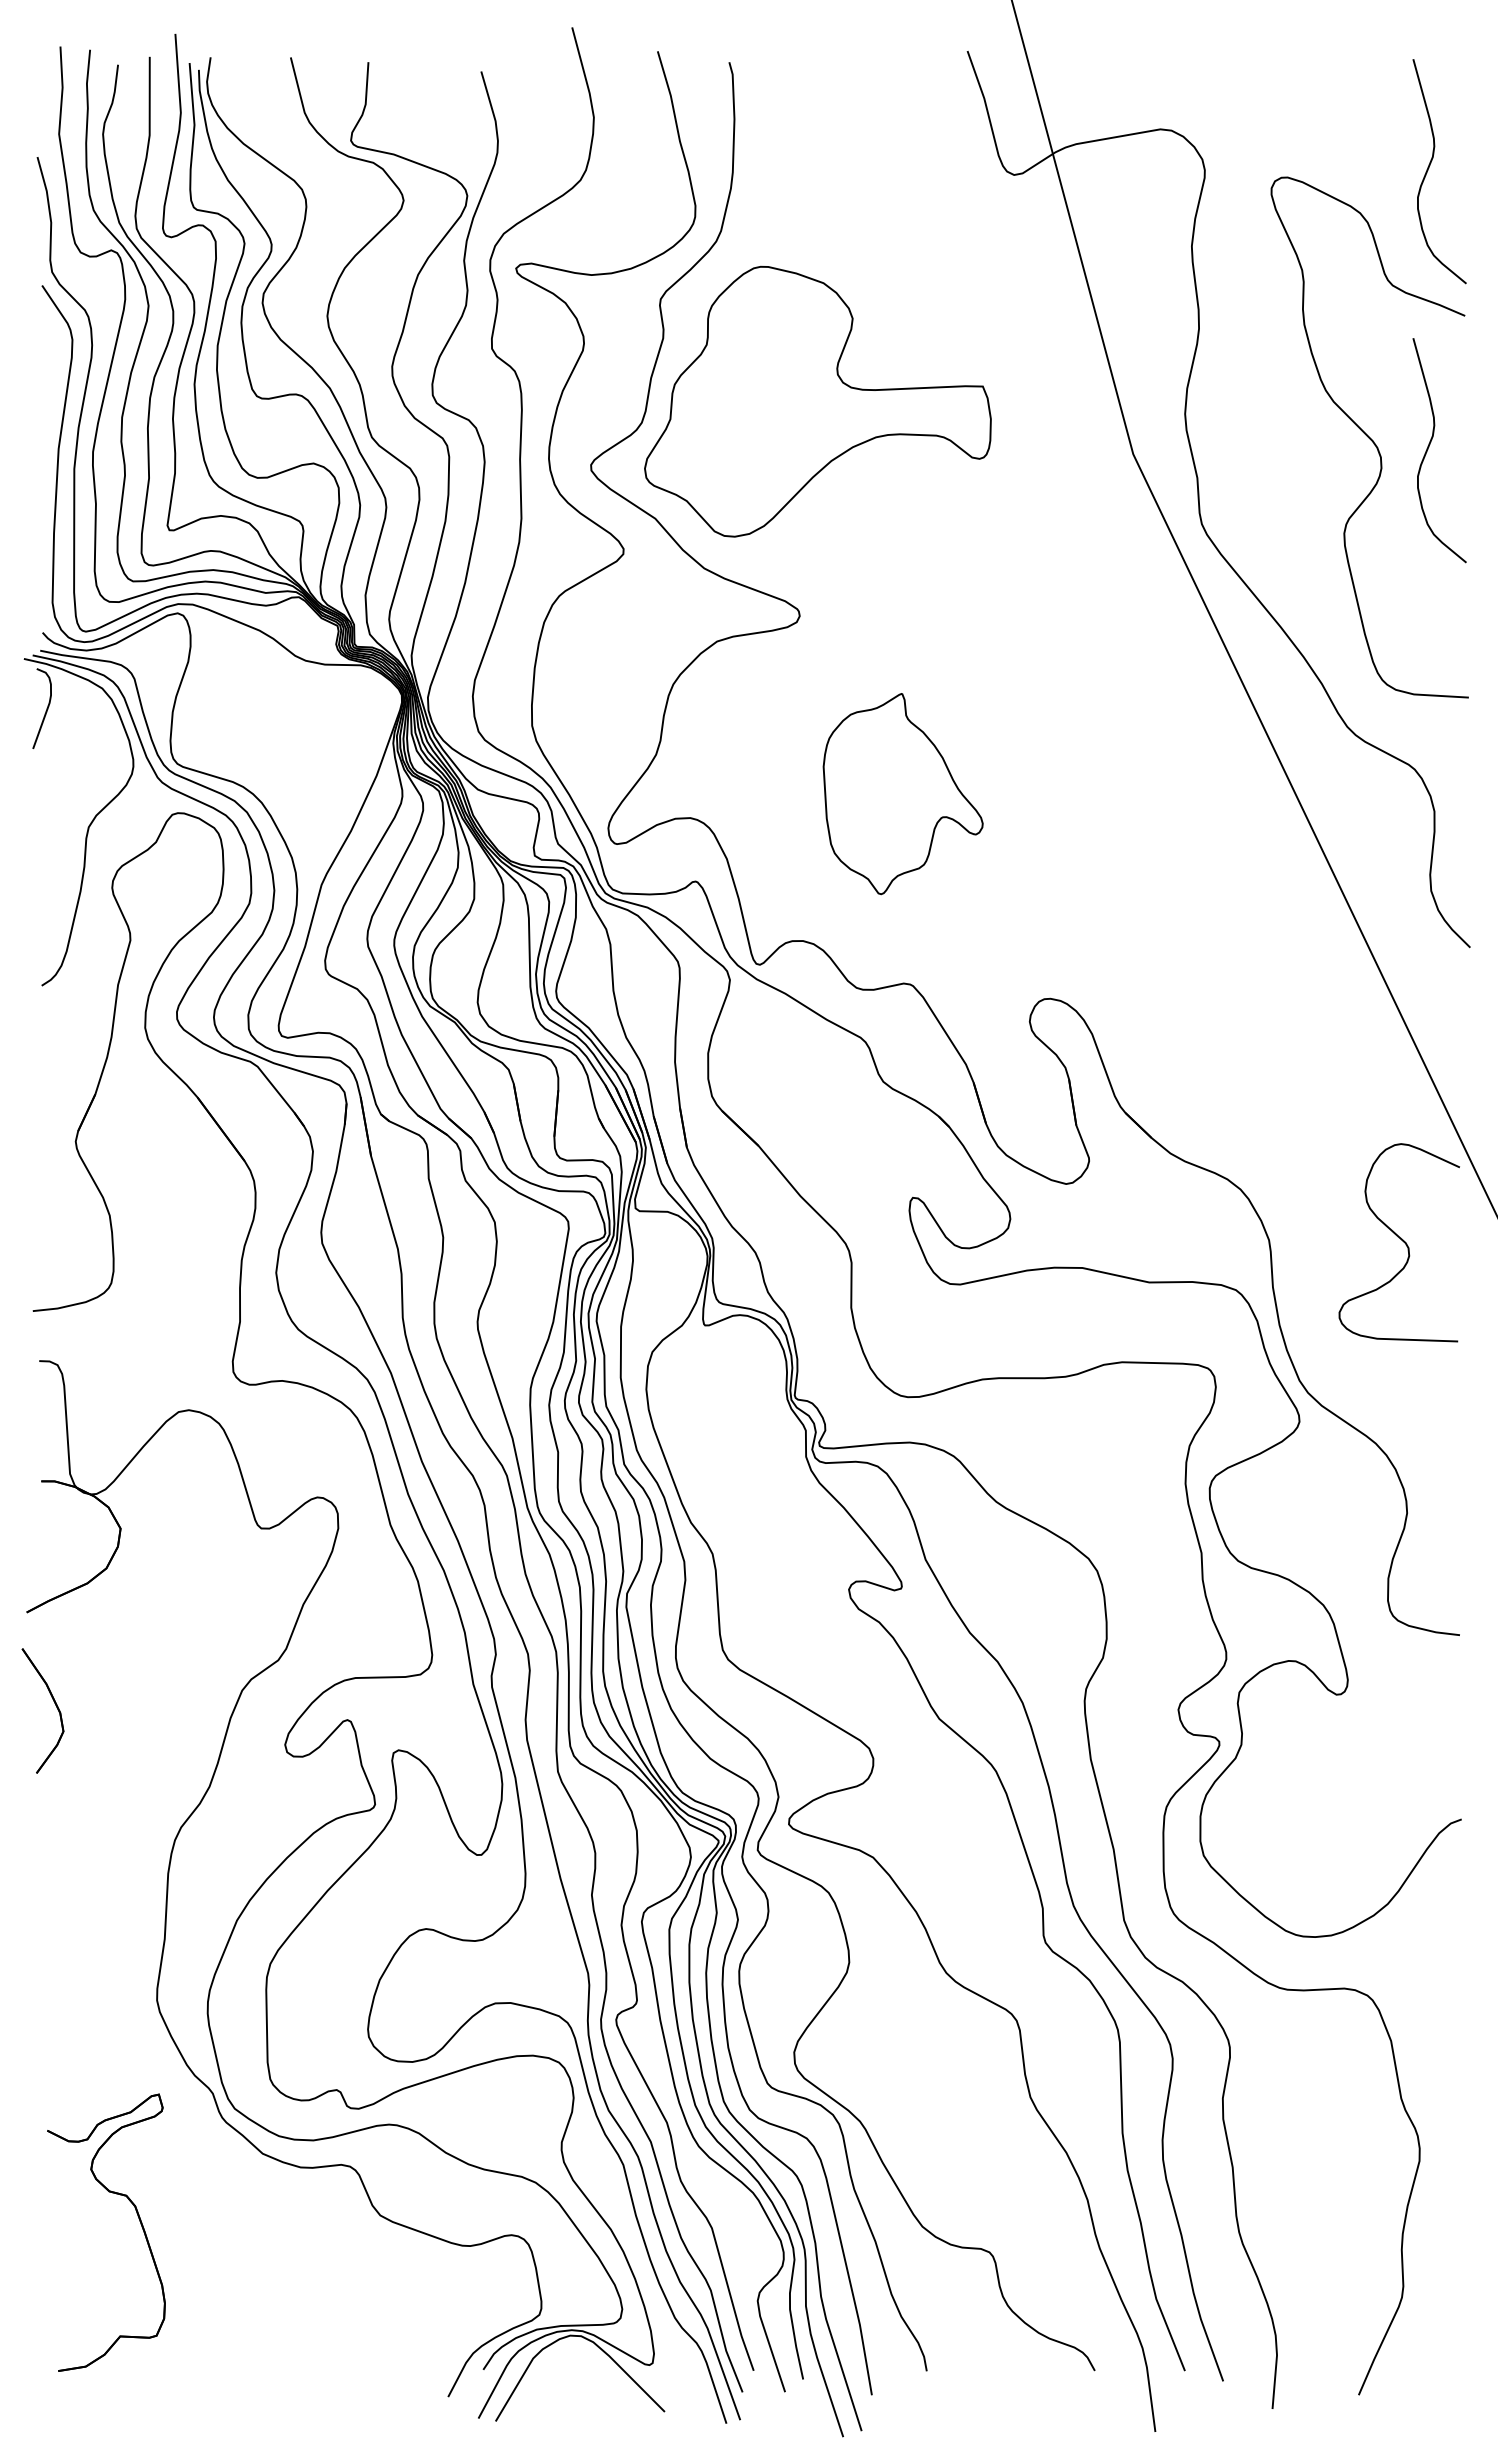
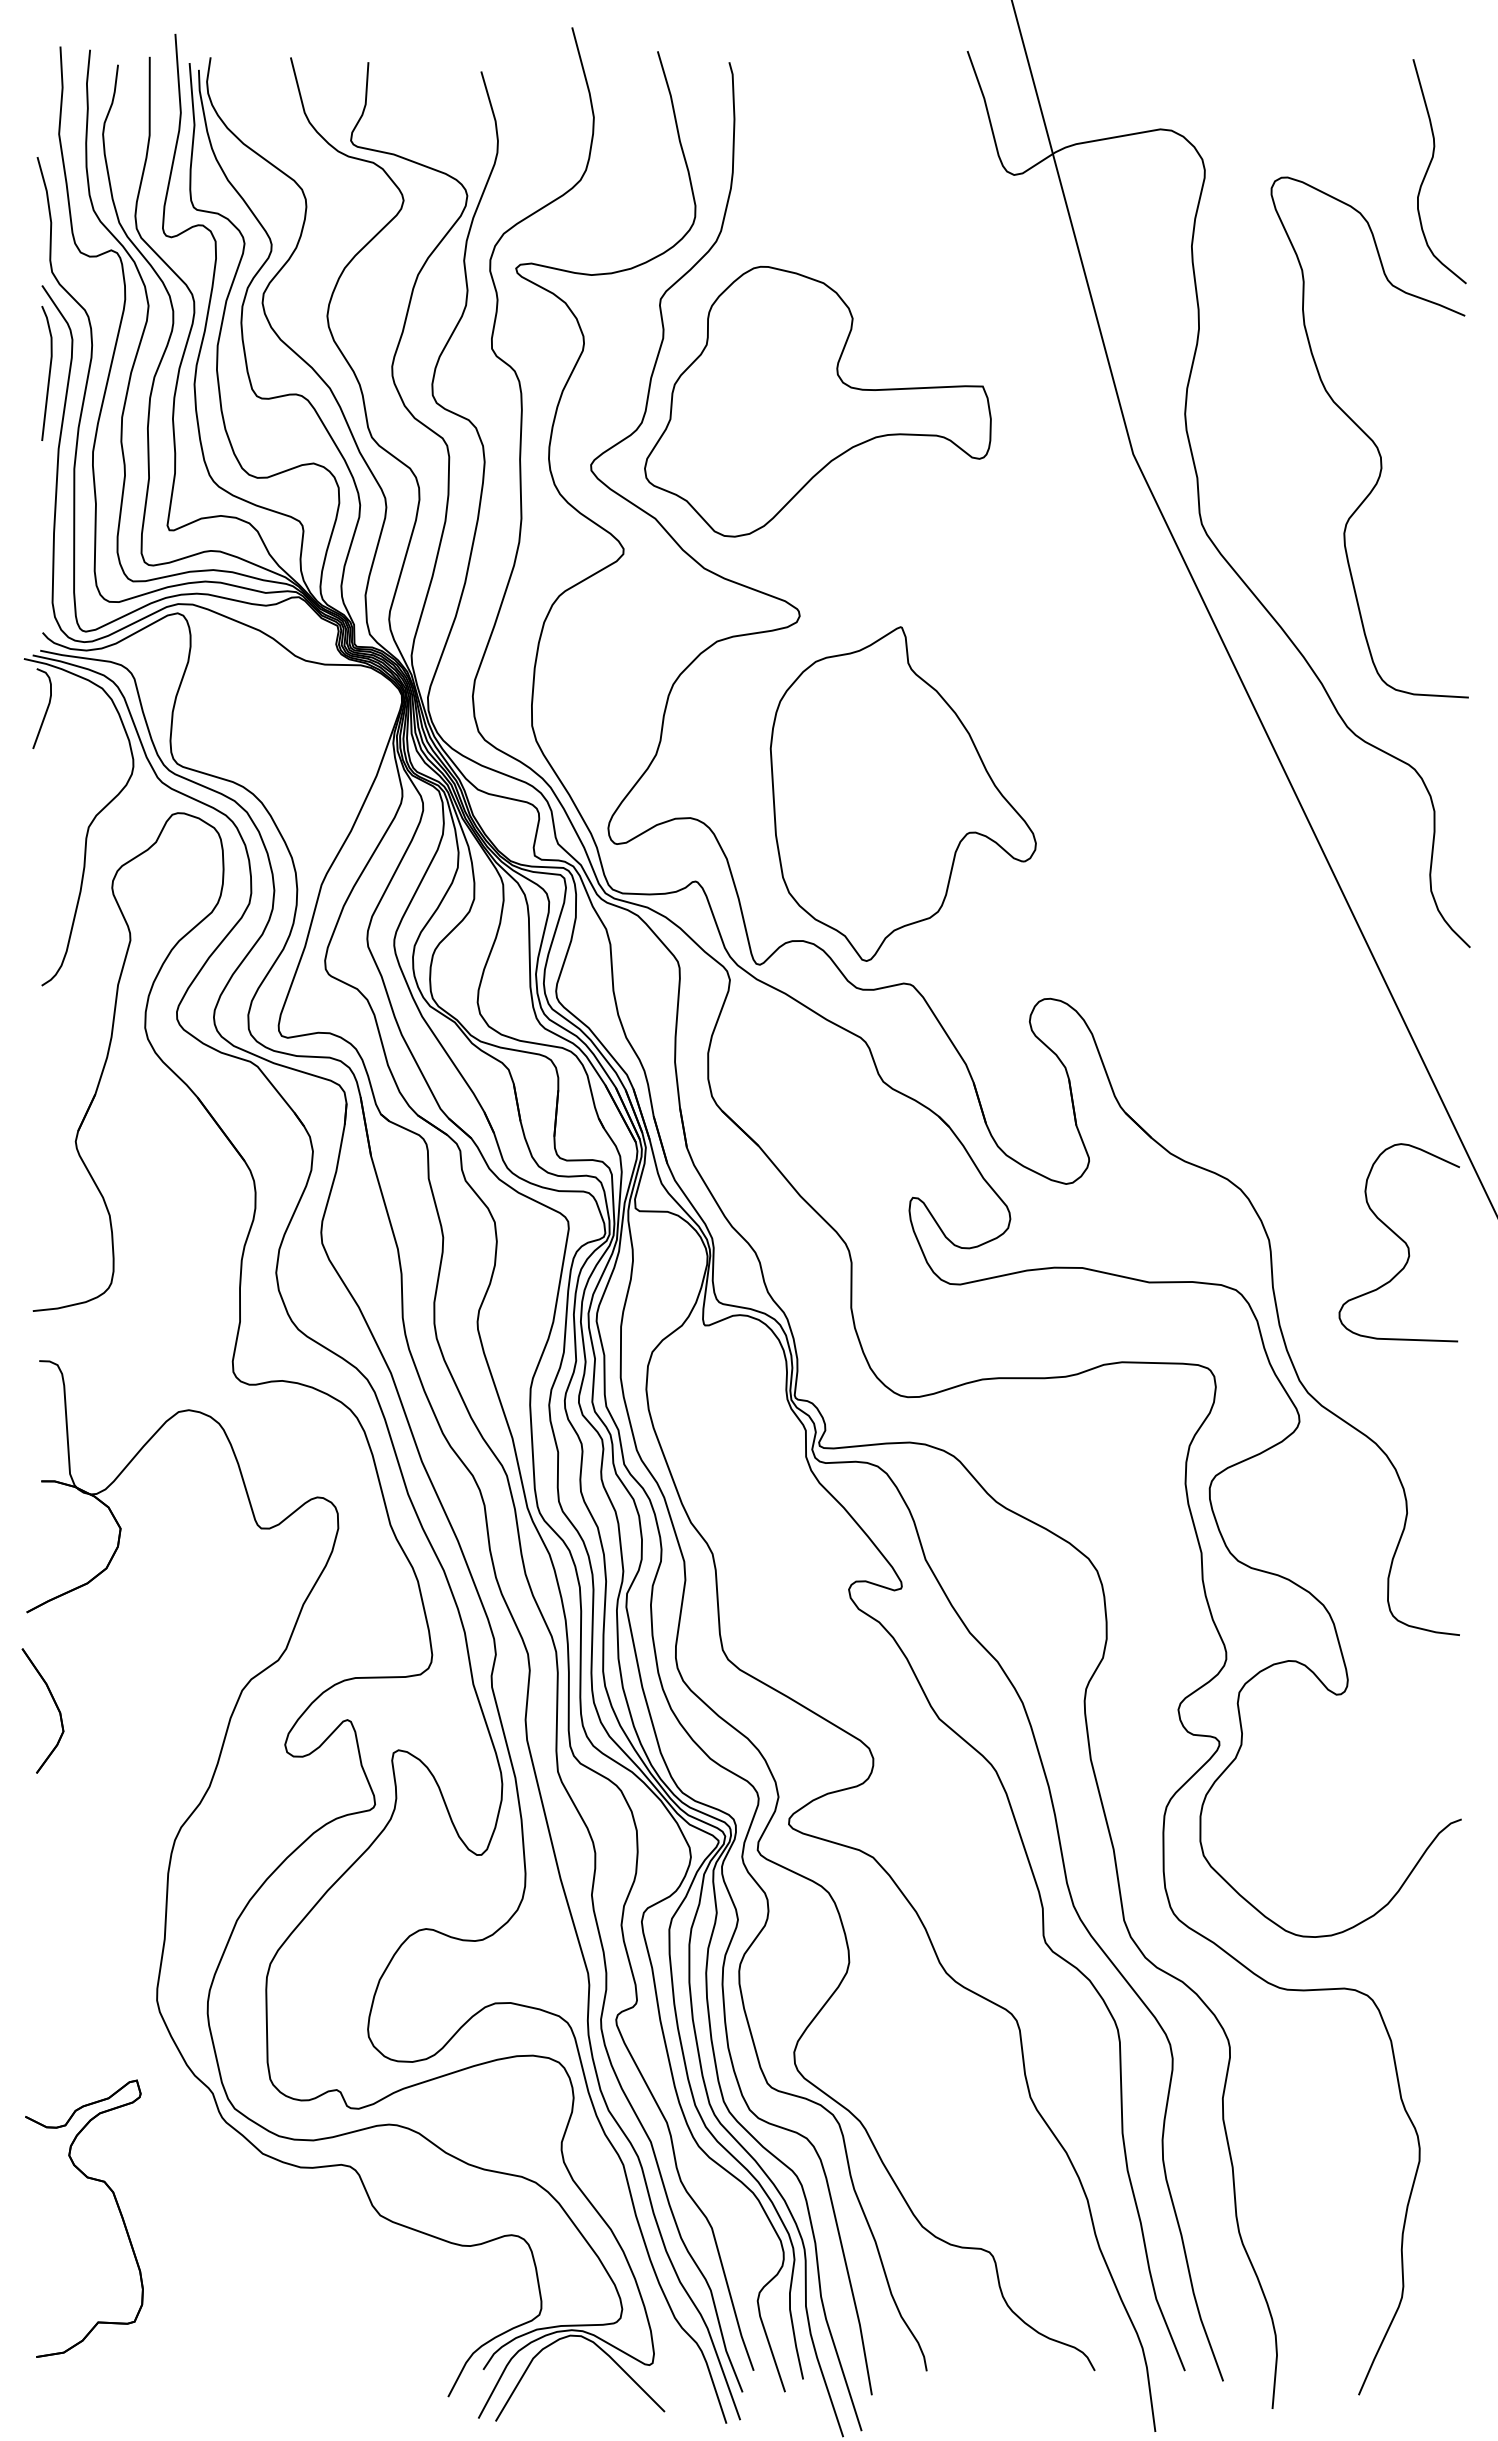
line at (48, 373): none -> present
curve at (1429, 447): present -> none
part at (902, 794) size: 162x203 px -> 268x336 px
part at (139, 2221) position: (139, 2221) -> (117, 2207)
